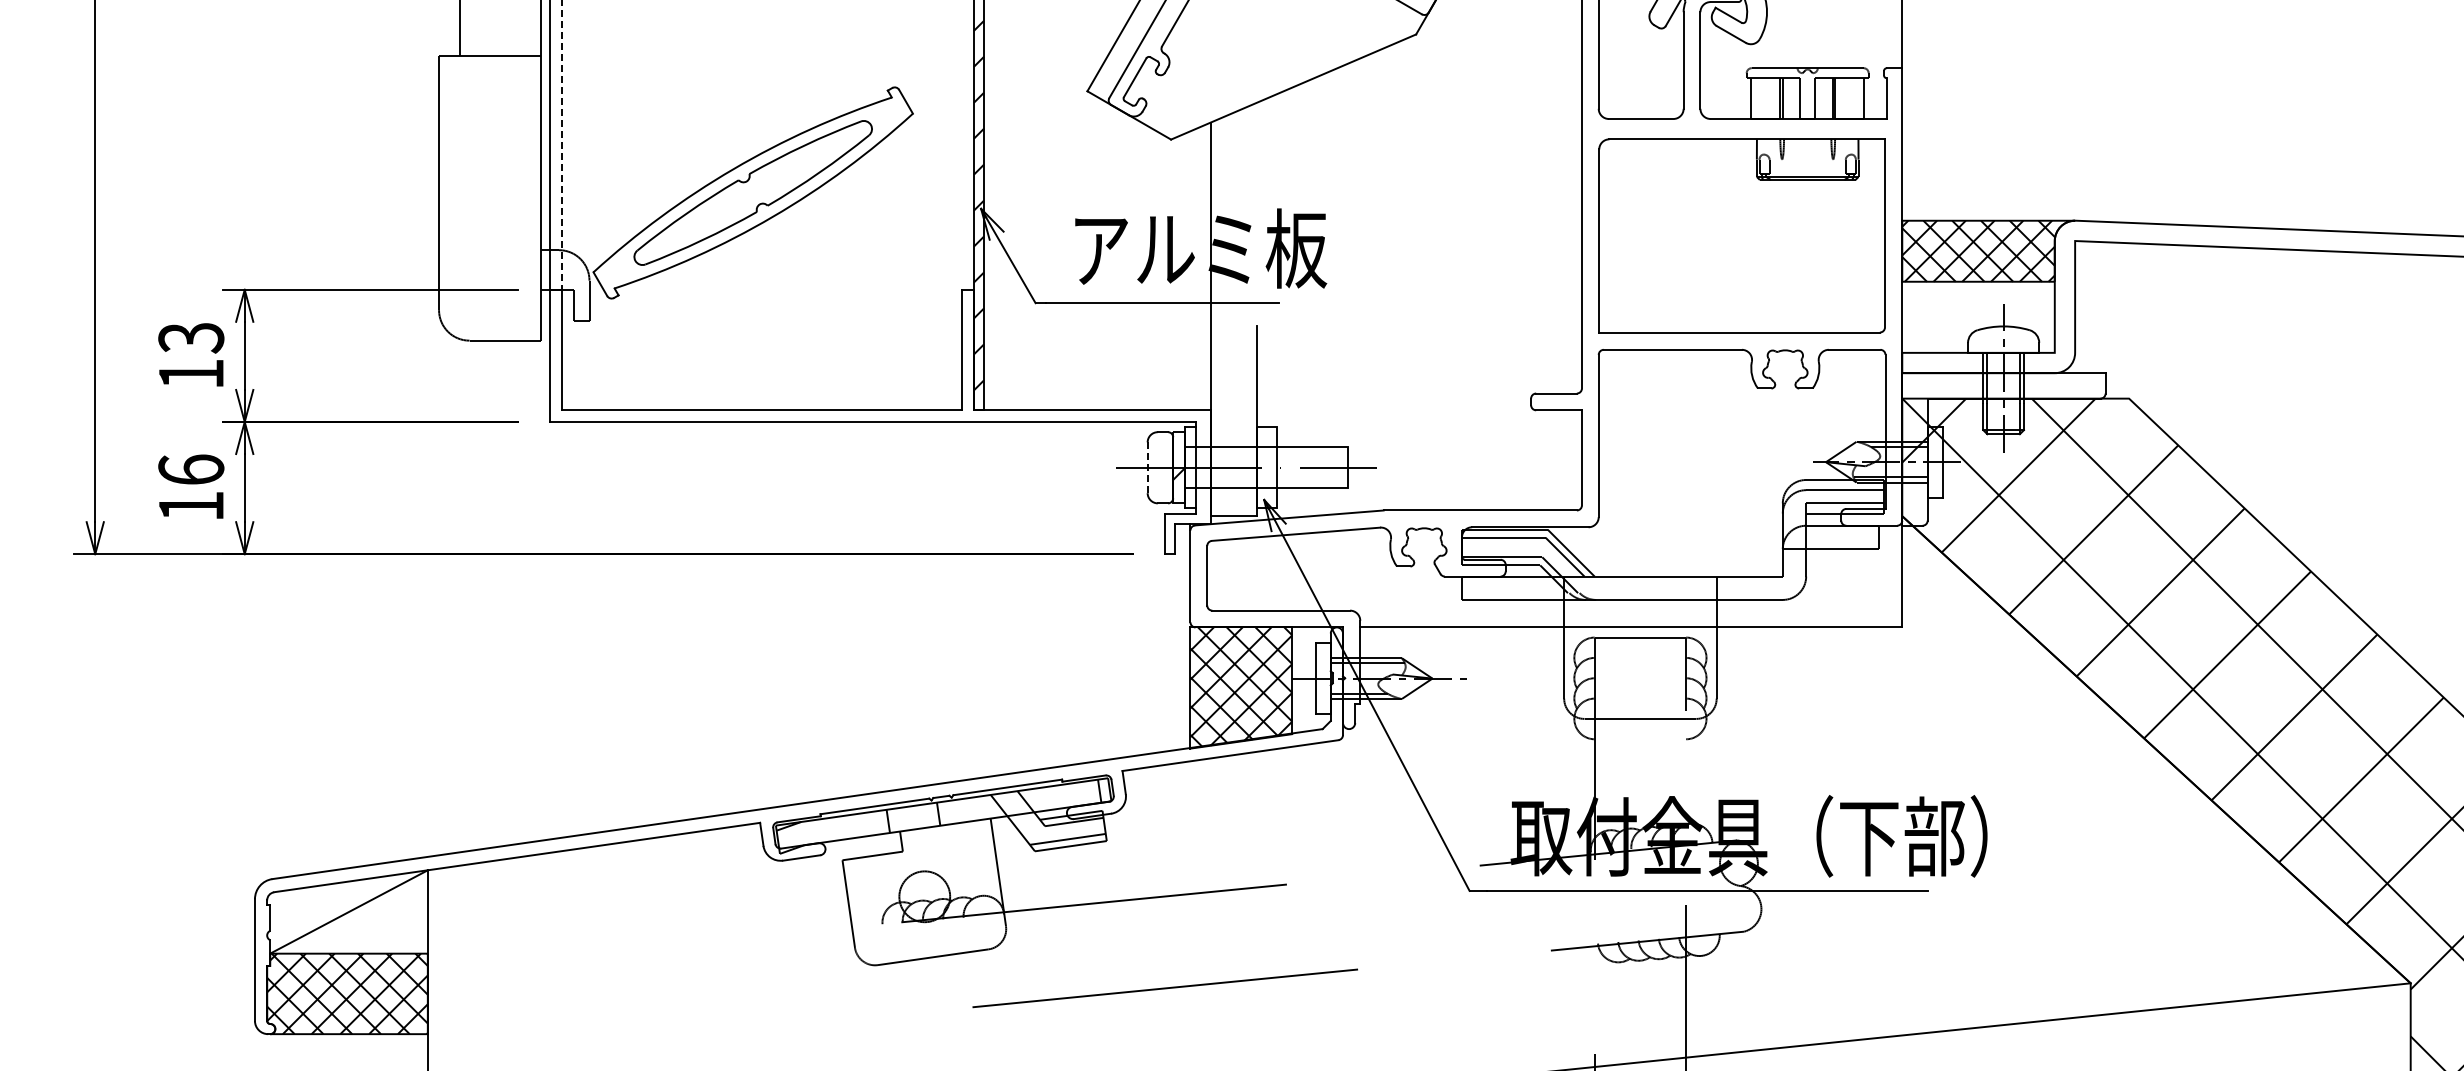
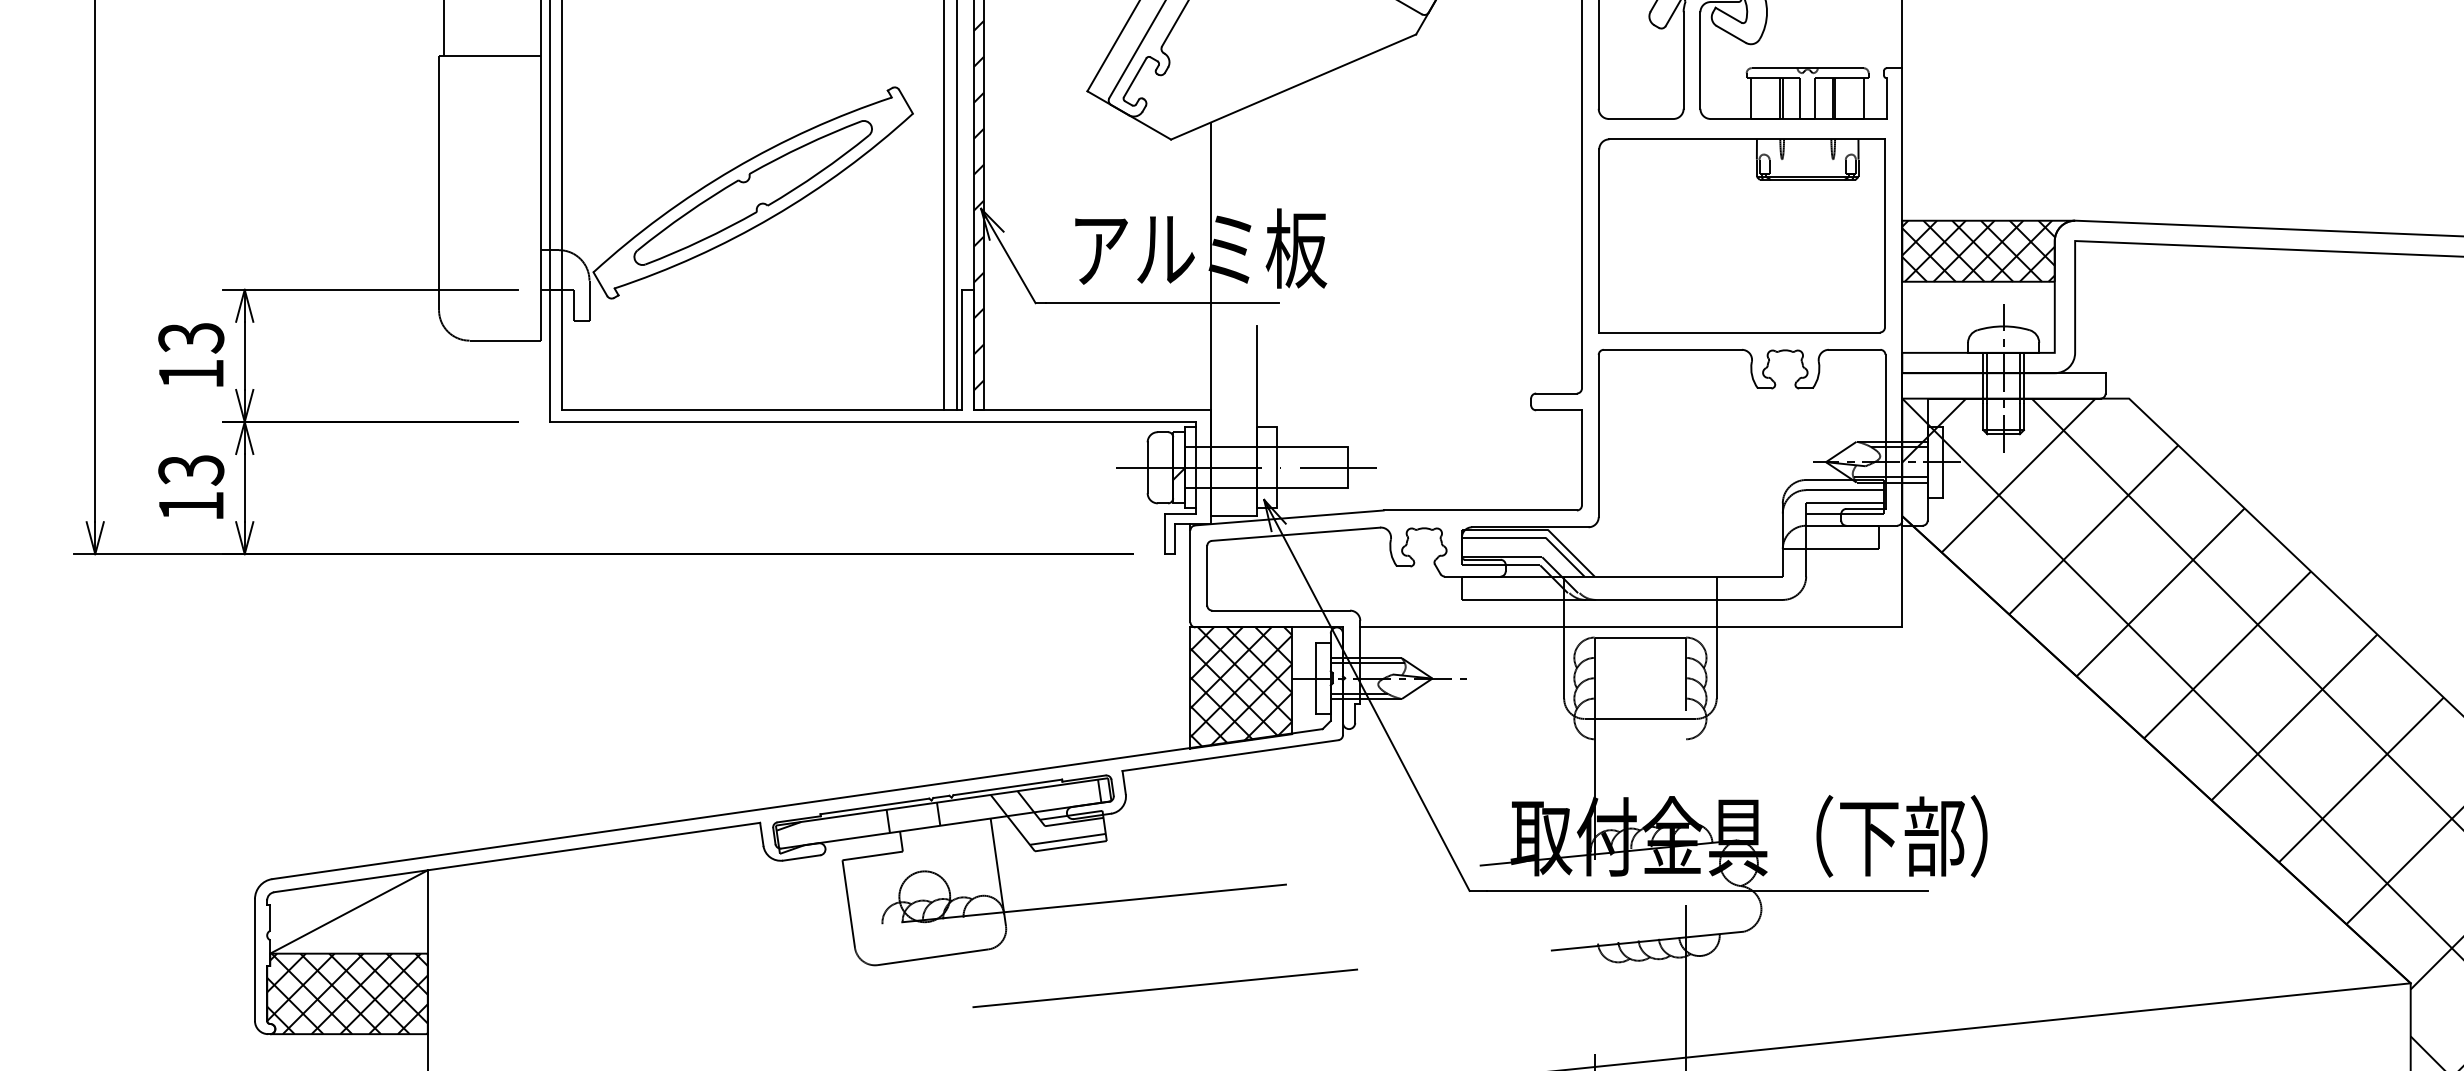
line at (460, 28) position: (460, 28) -> (444, 28)
line at (562, 145): dashed -> solid
line at (944, 205): none -> present
line at (956, 205): none -> present
line at (1147, 468): dashed -> solid
text at (191, 469): 16 -> 13
